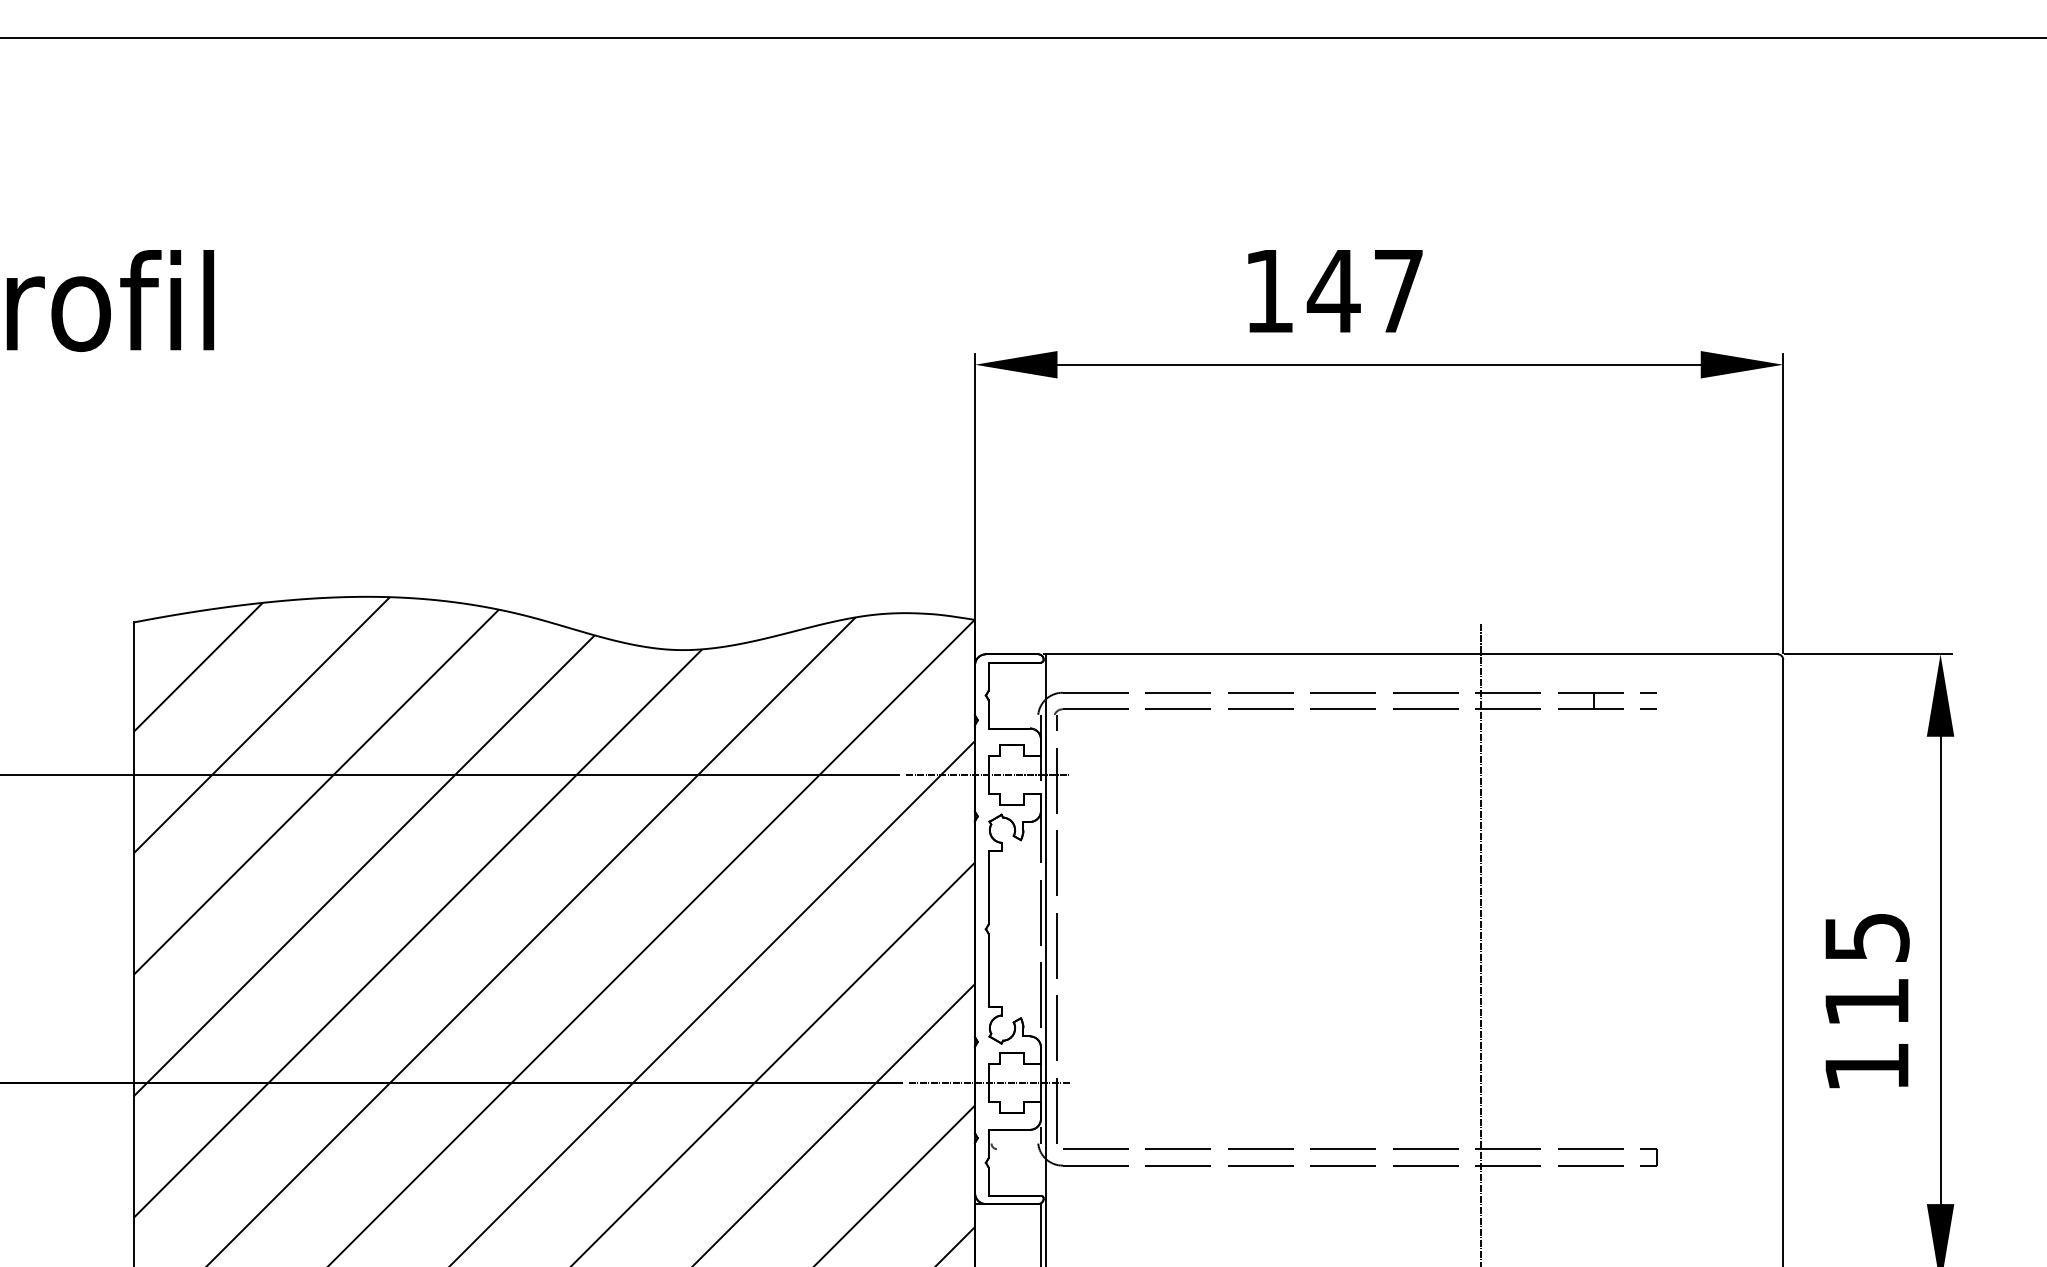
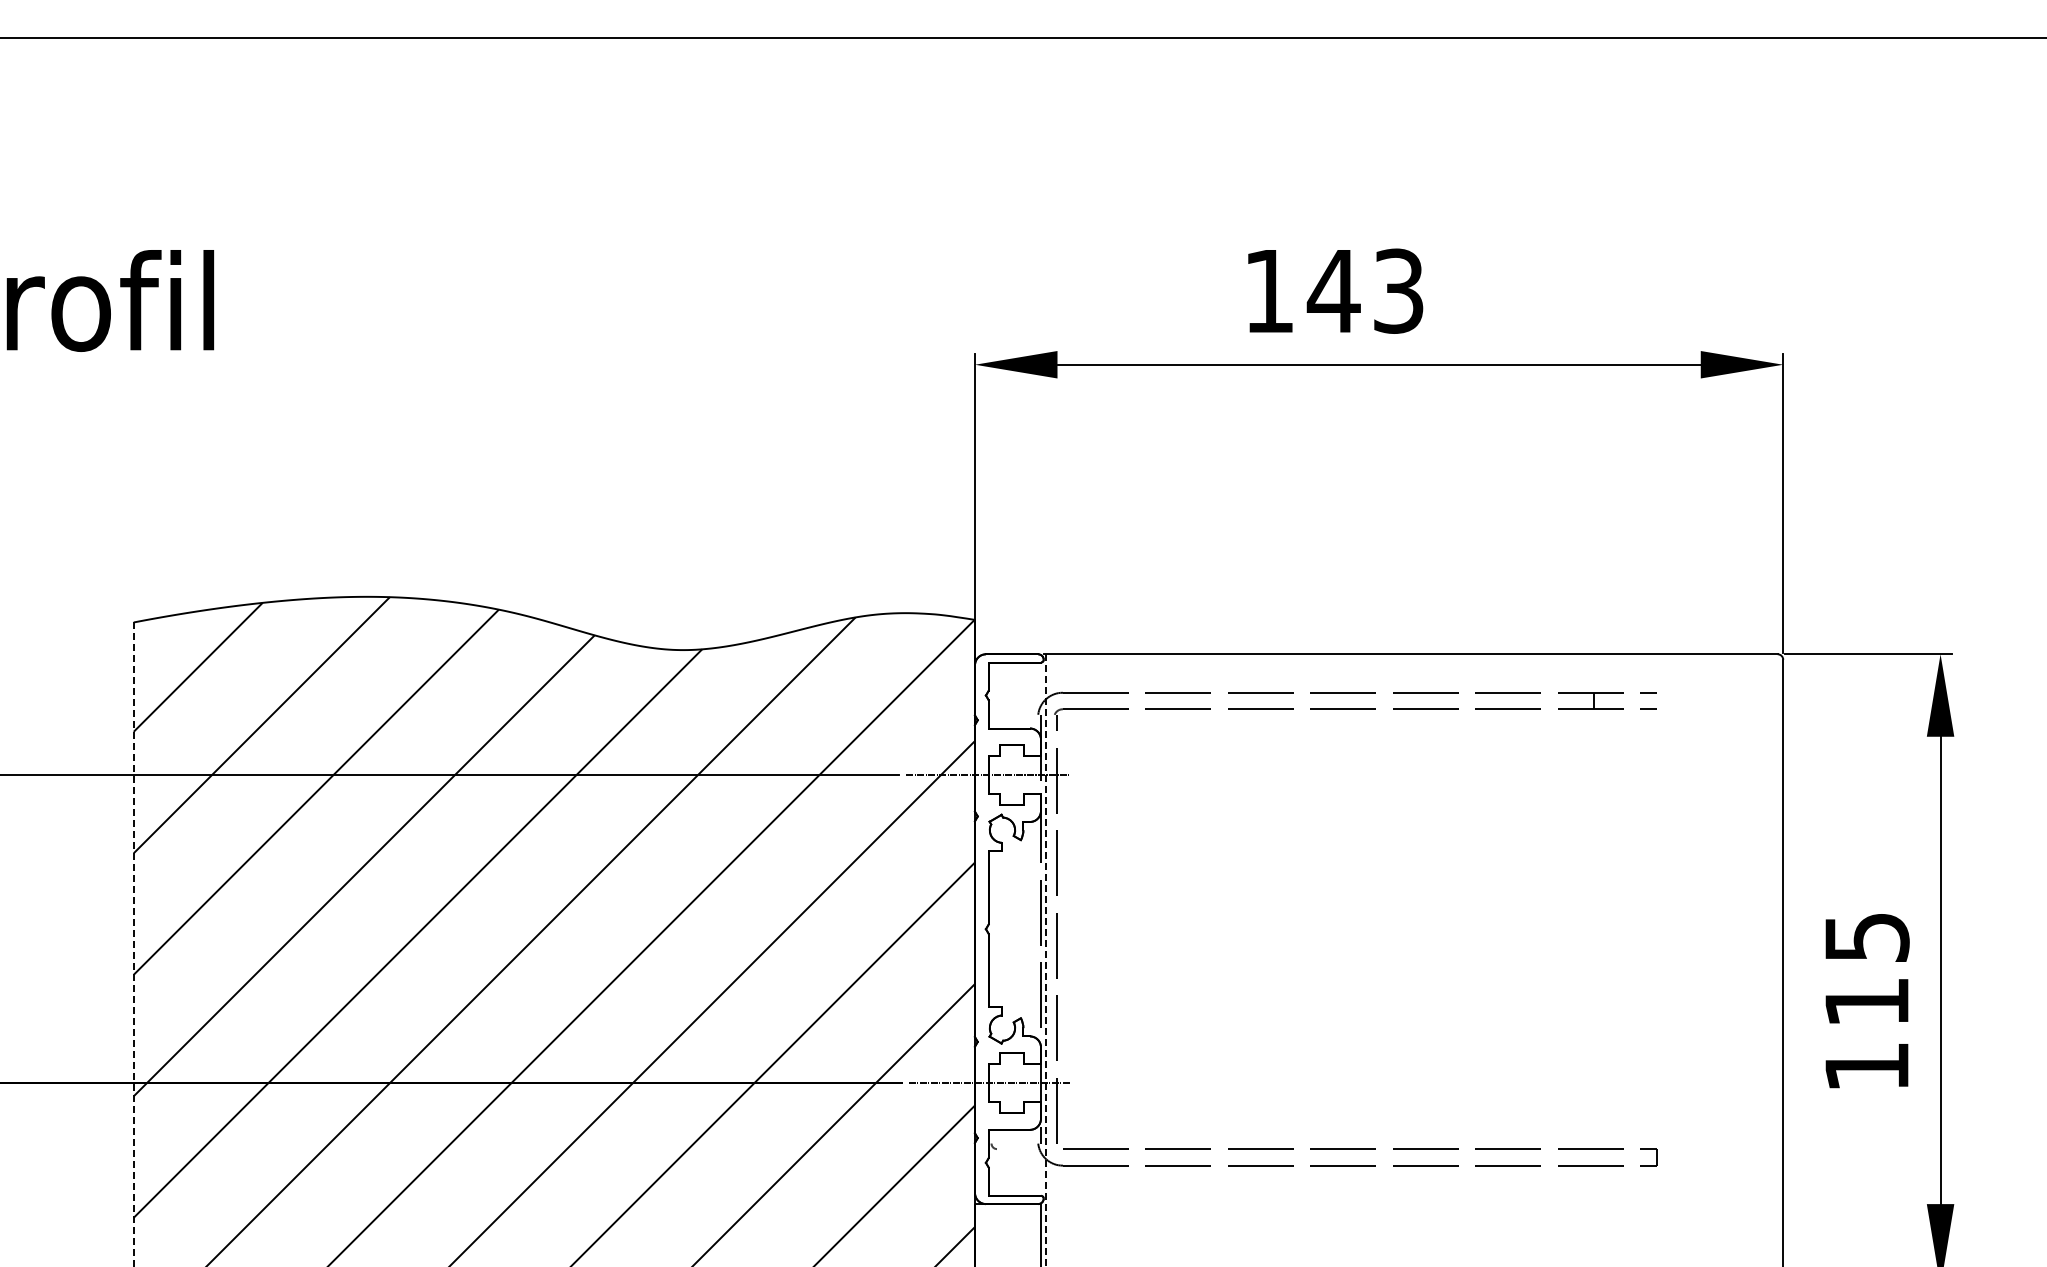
text at (1398, 290): 147 -> 143
line at (1480, 943): present -> none
line at (133, 944): solid -> dashed
line at (1046, 960): solid -> dashed
